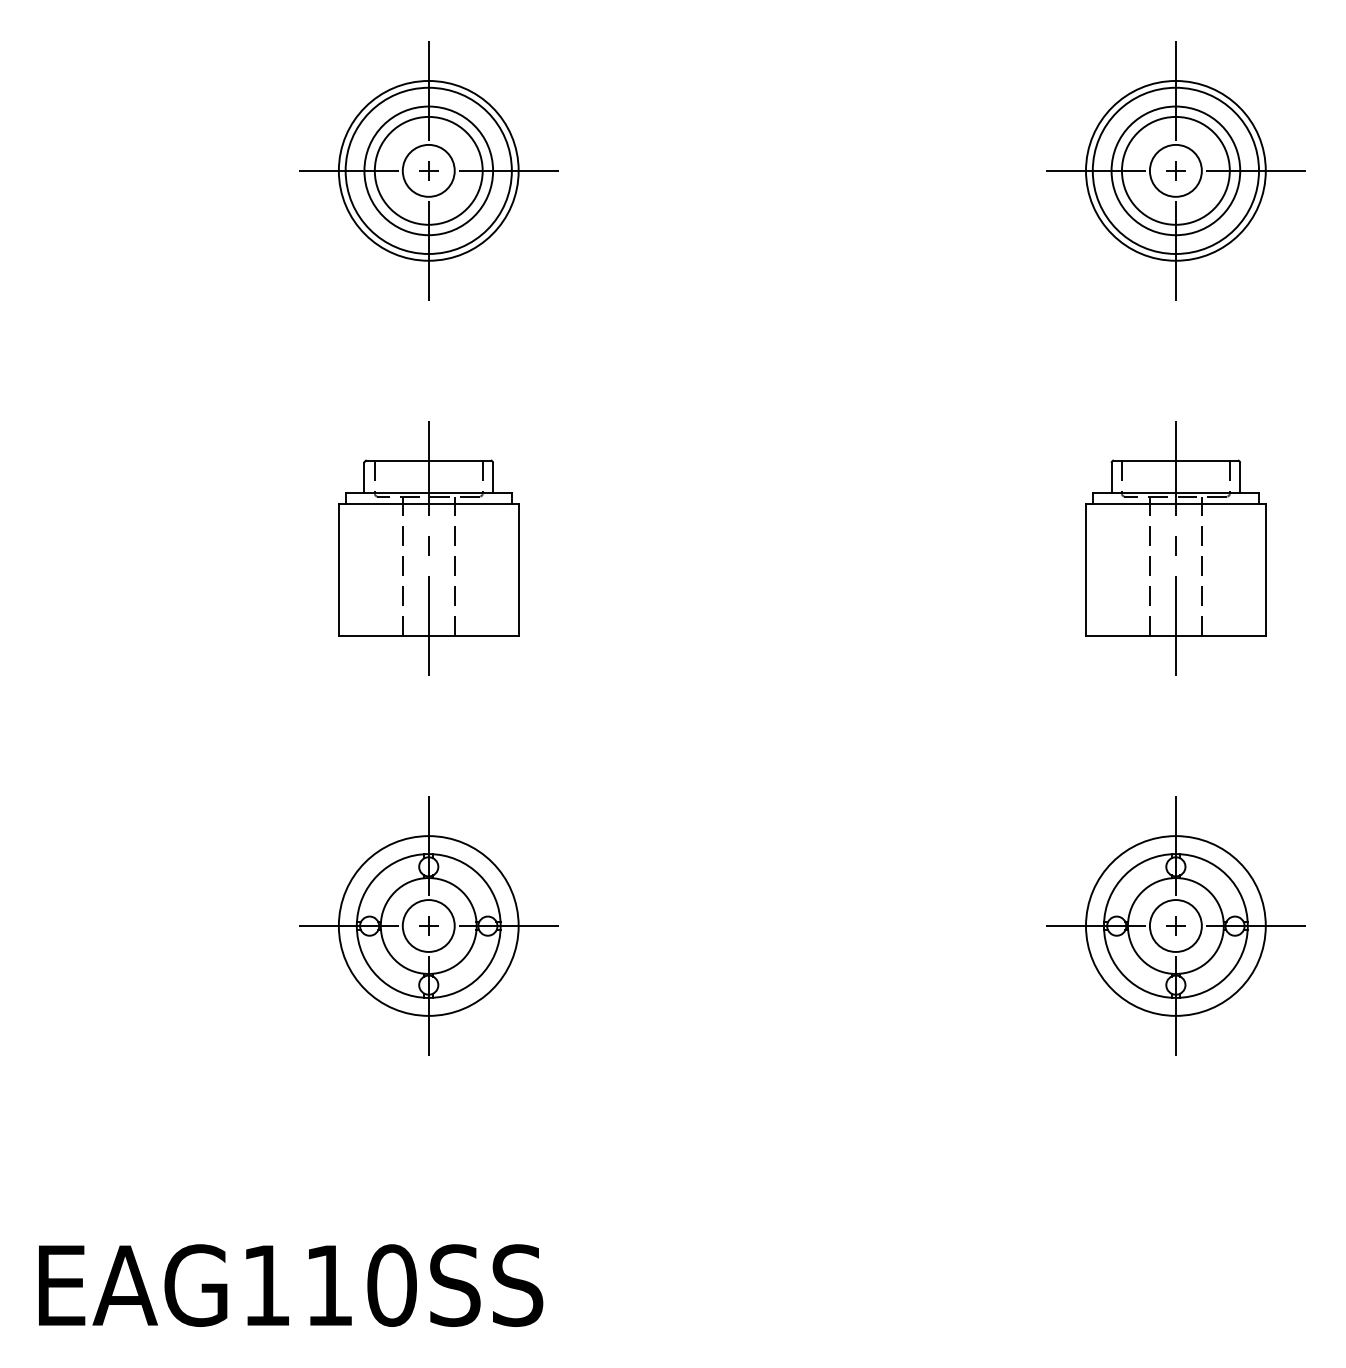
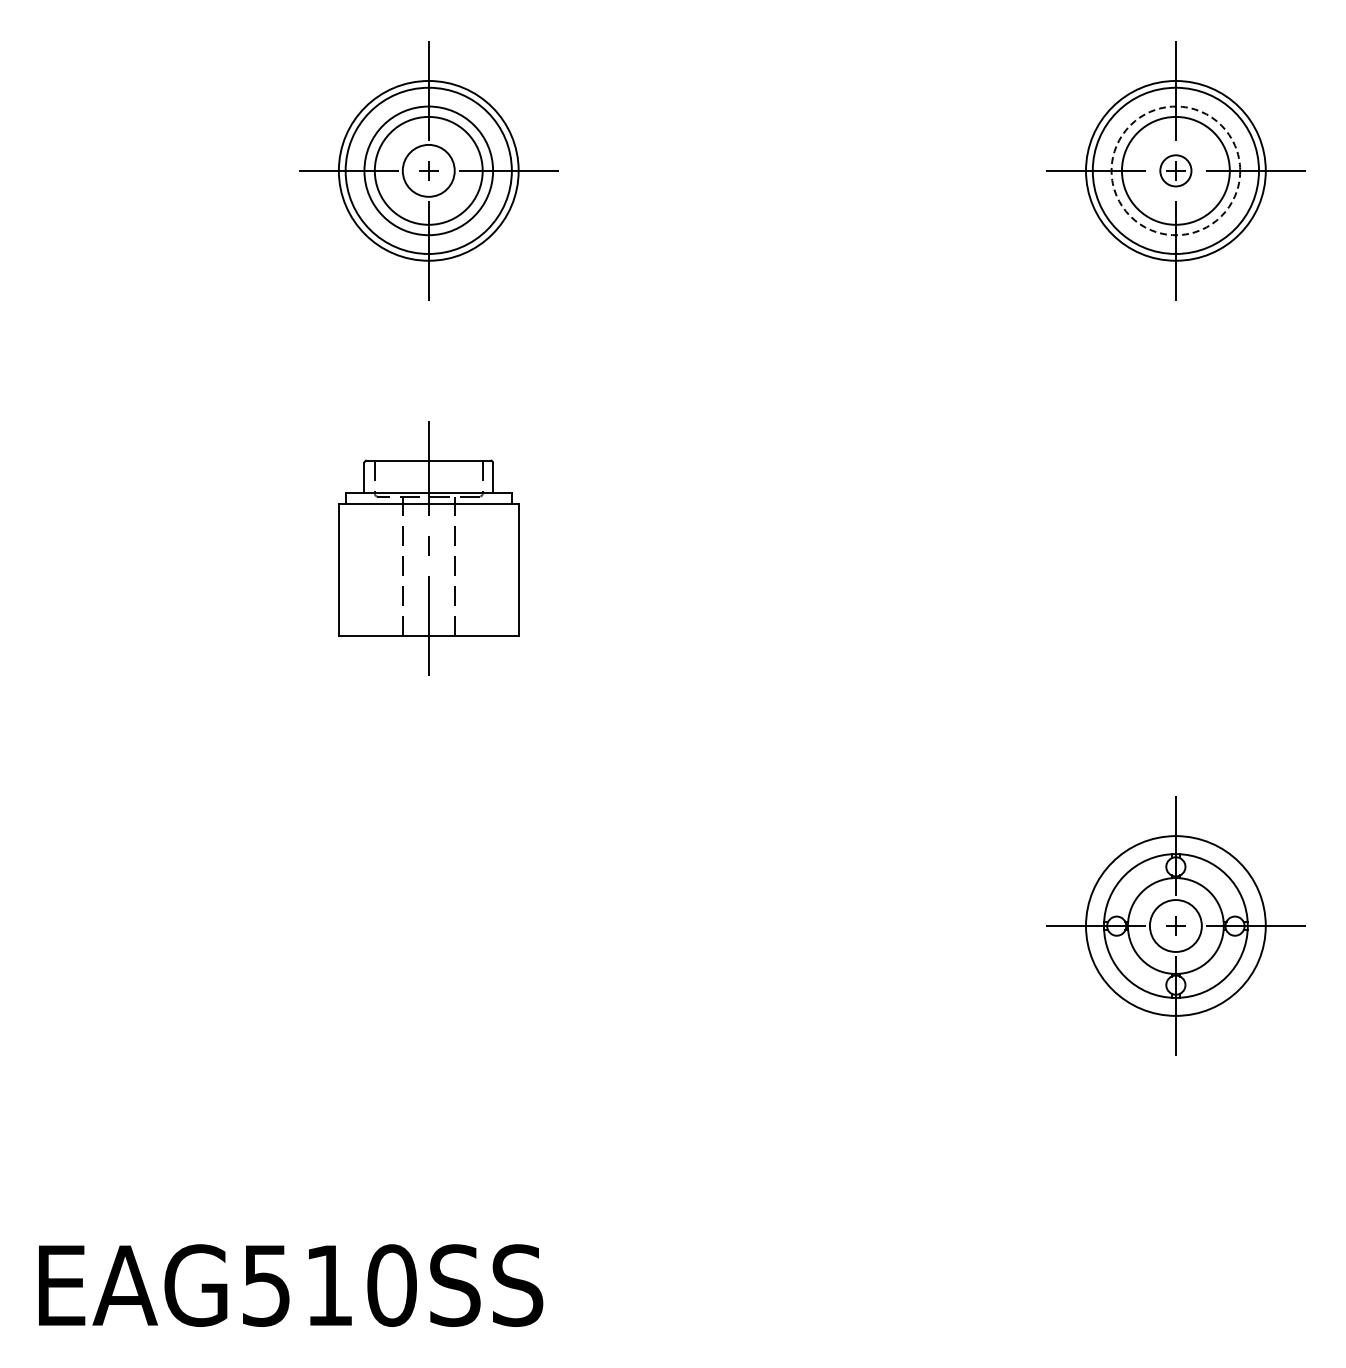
circle at (1175, 170) diameter: 52 px -> 31 px
circle at (1175, 170): solid -> dashed
part at (1175, 548): present -> none
part at (428, 925): present -> none
text at (266, 1285): EAG110SS -> EAG510SS
